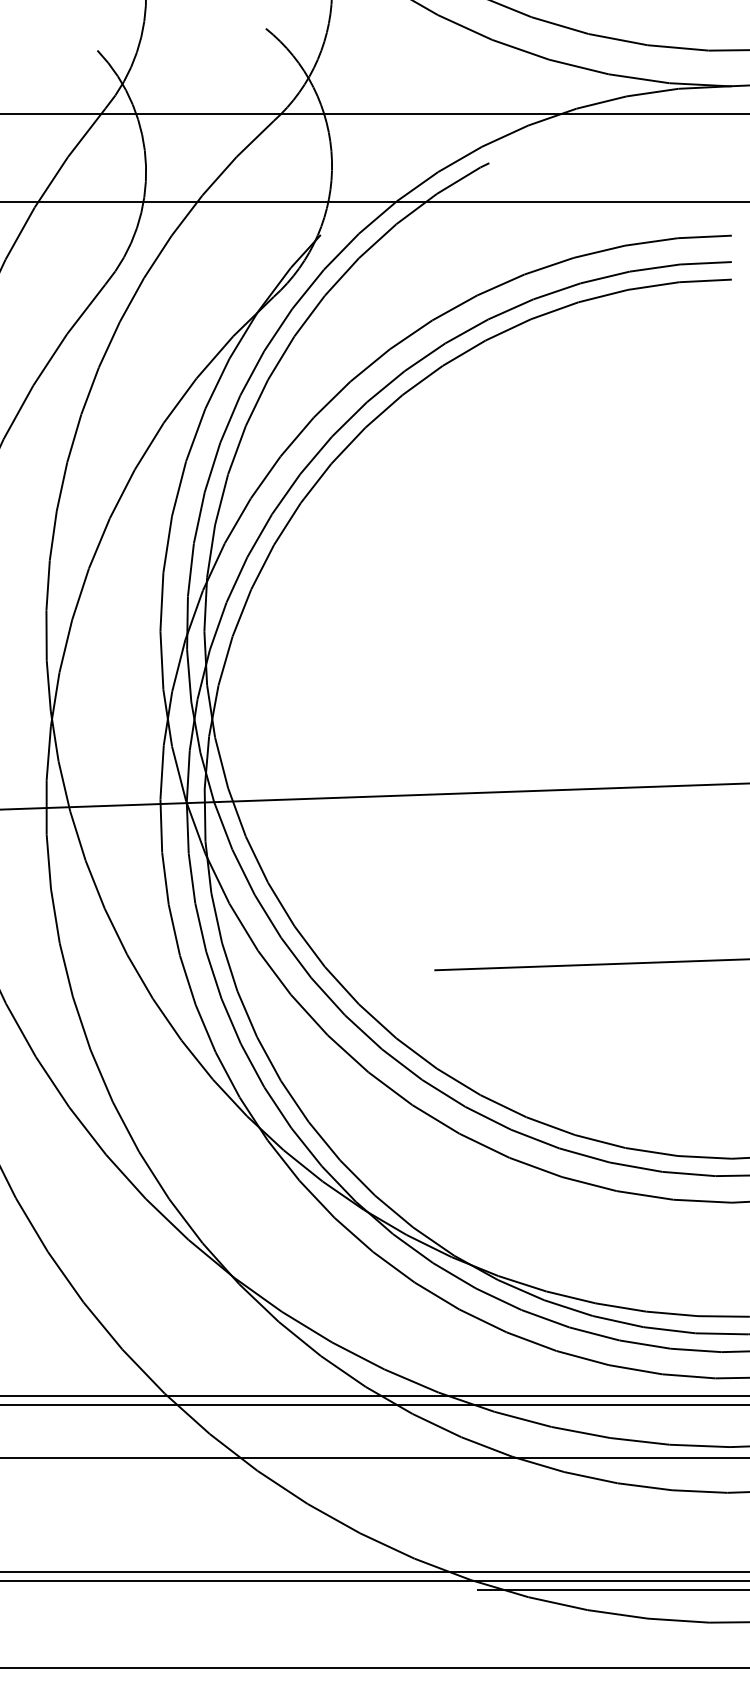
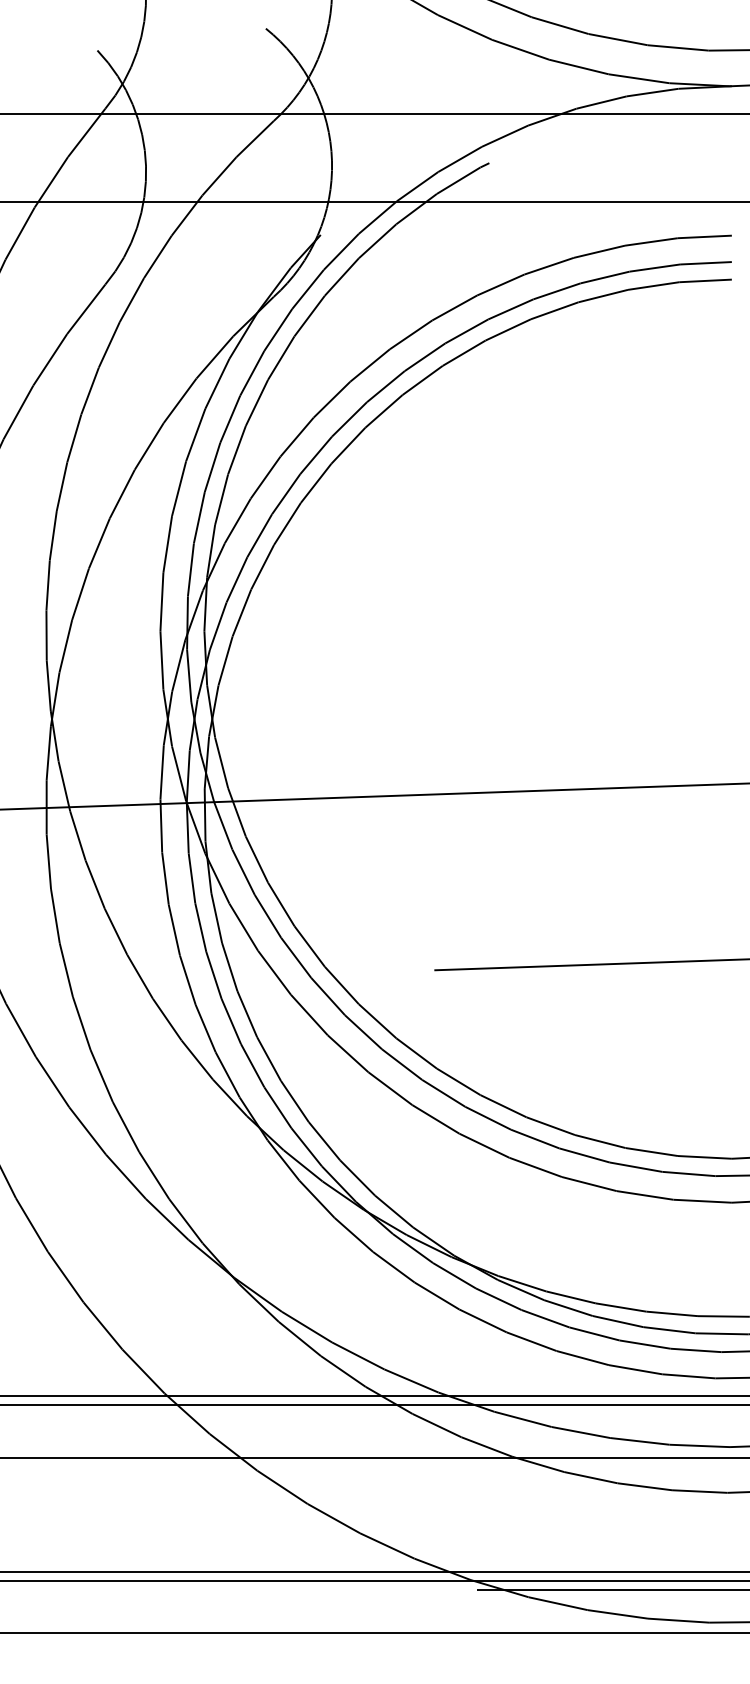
line at (374, 1668) position: (374, 1668) -> (374, 1633)
